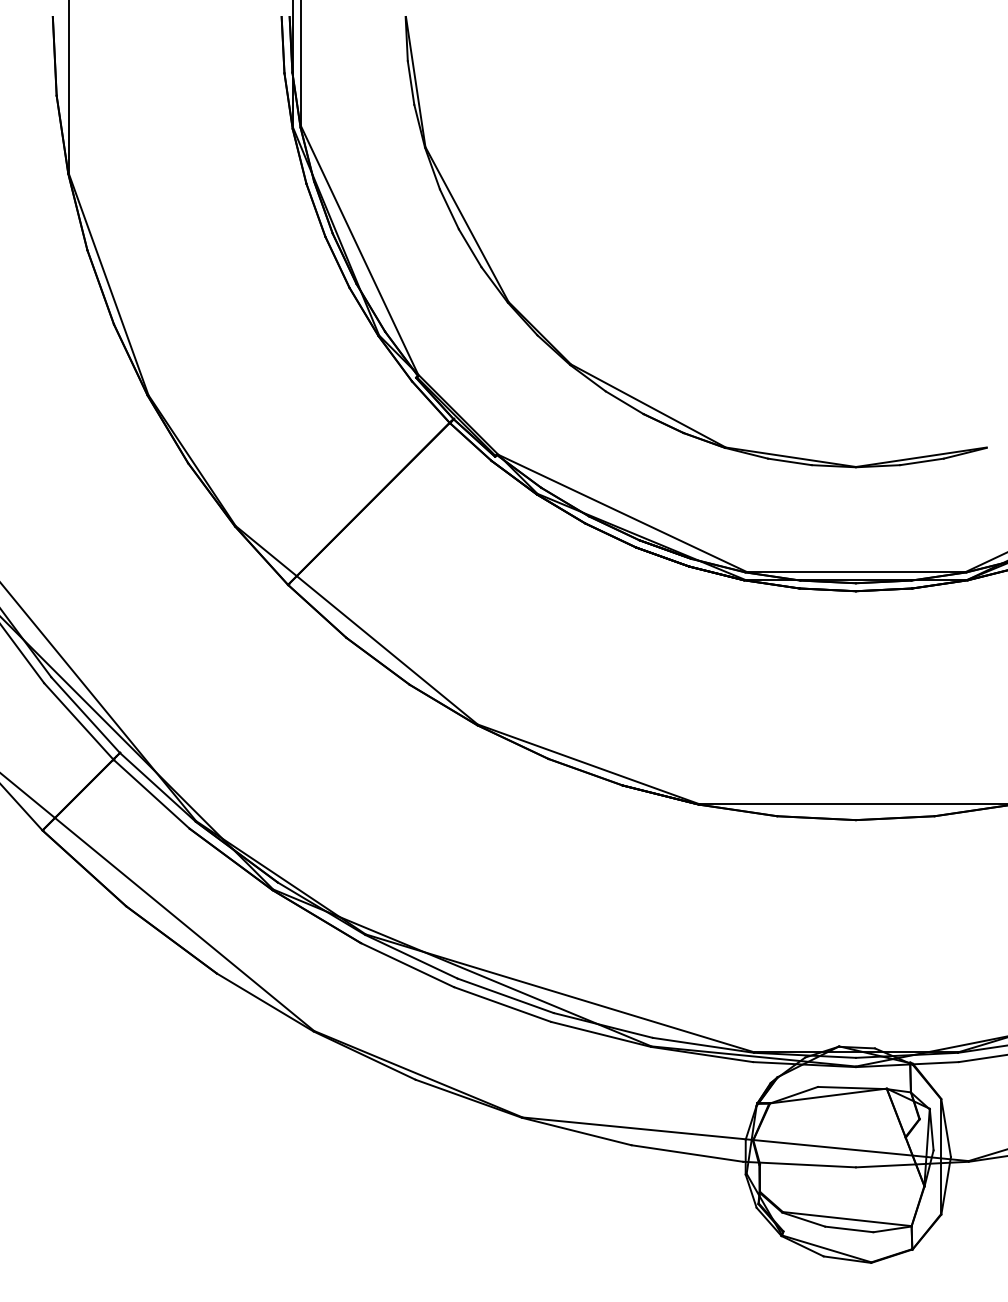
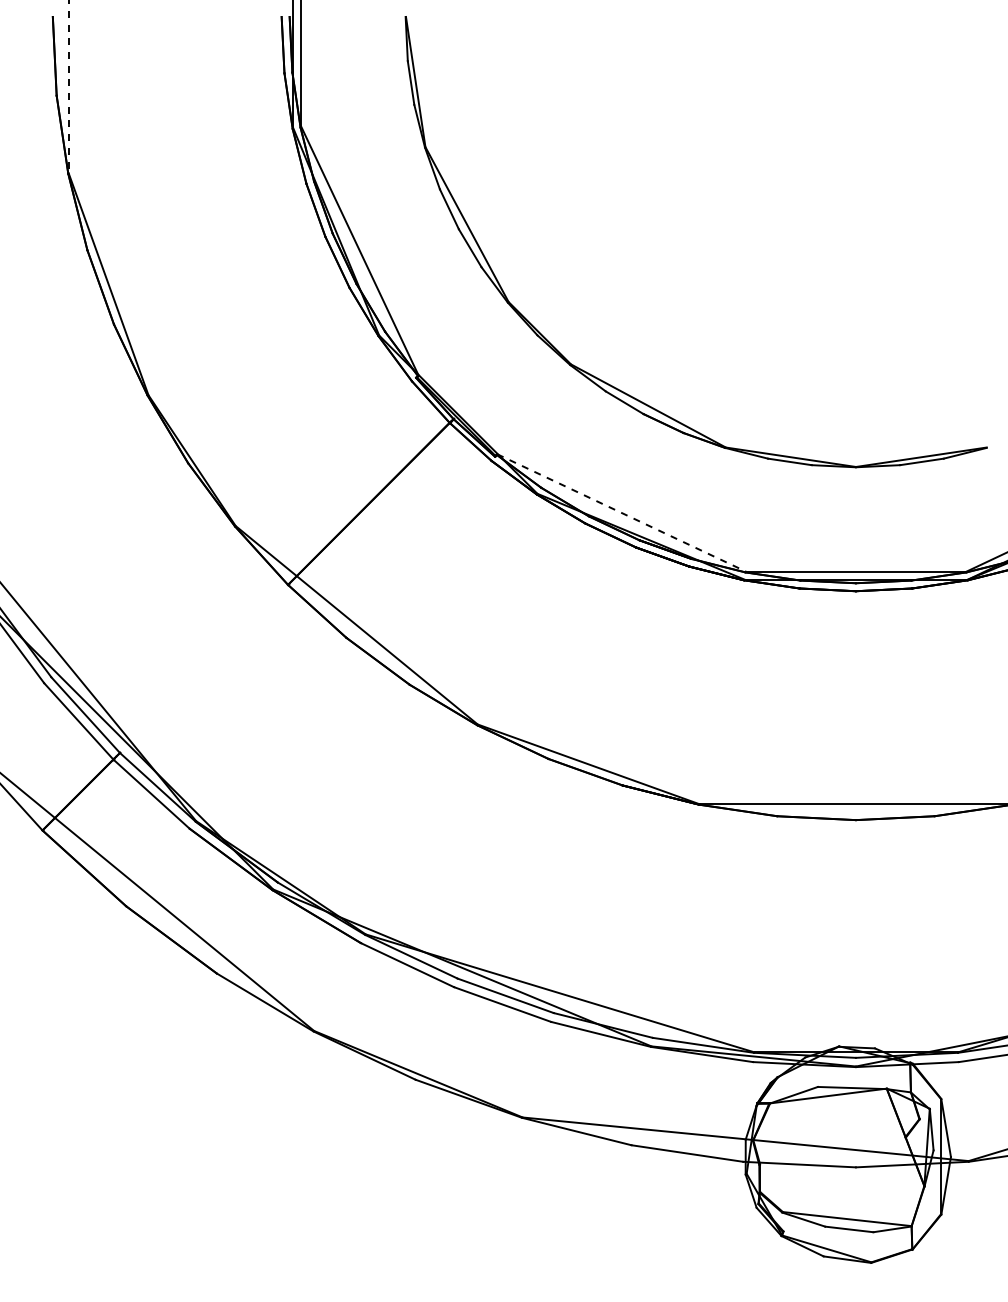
line at (68, 87): solid -> dashed
line at (621, 512): solid -> dashed
